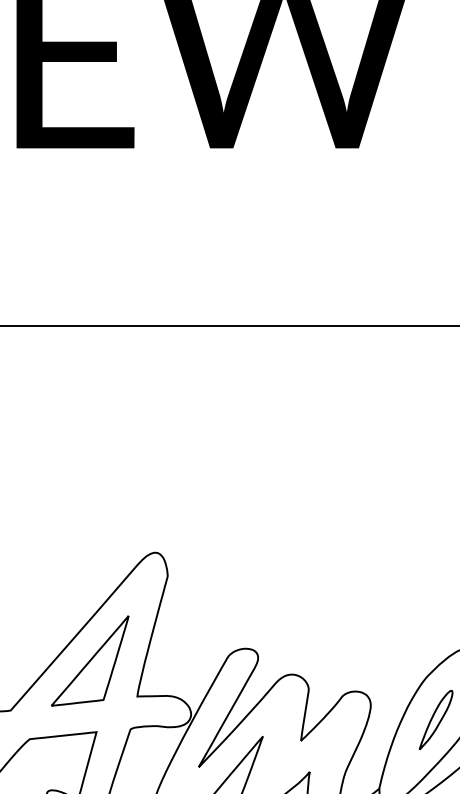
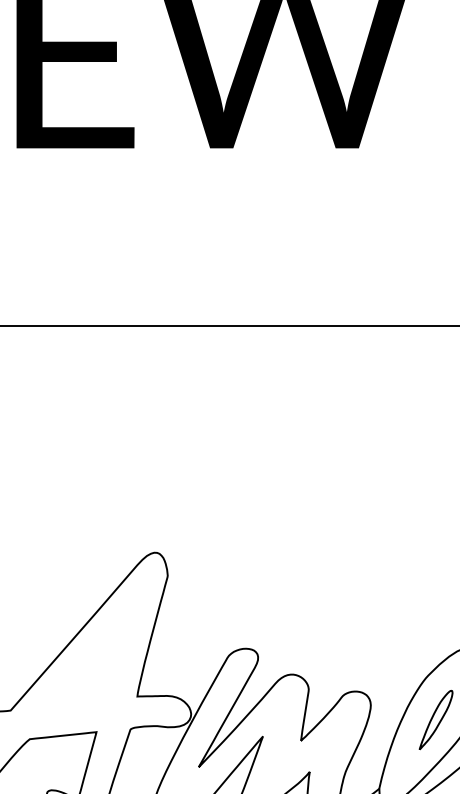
part at (90, 660): present -> none
